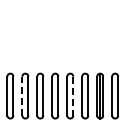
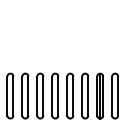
line at (22, 95): dashed -> solid
line at (73, 96): dashed -> solid
